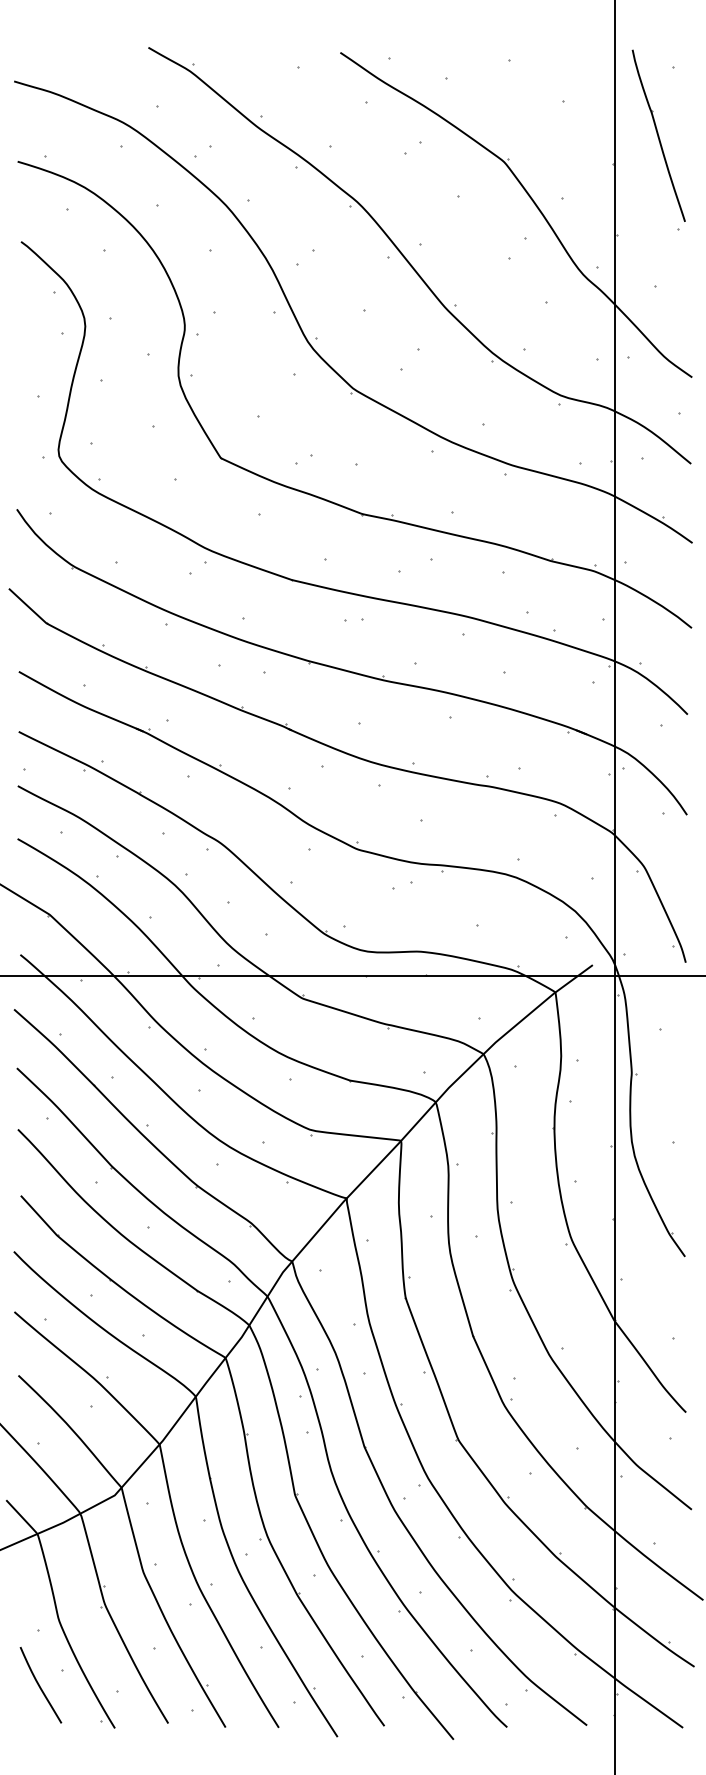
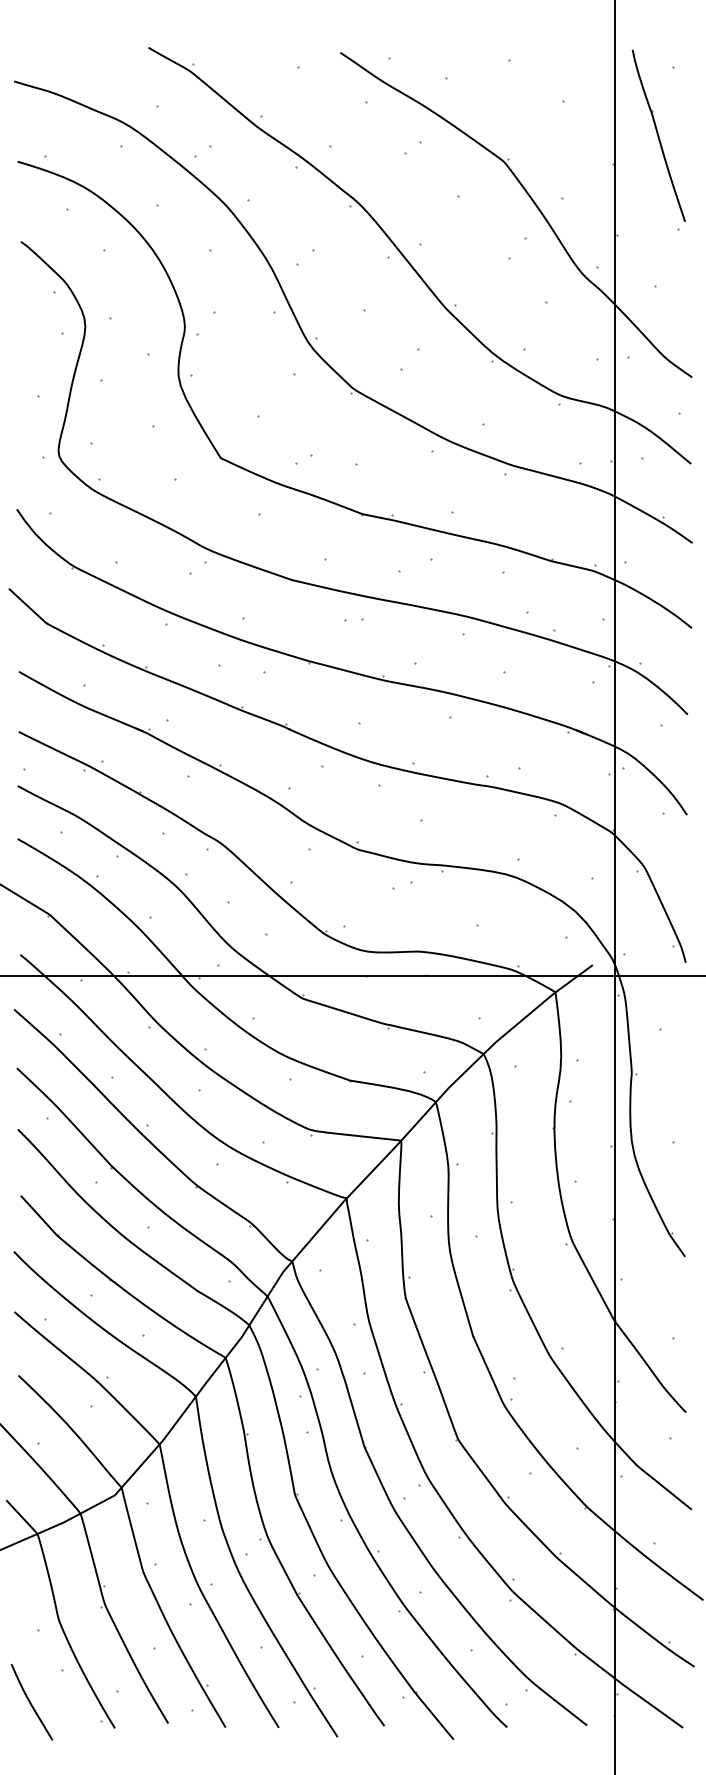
curve at (40, 1685) position: (40, 1685) -> (31, 1702)
